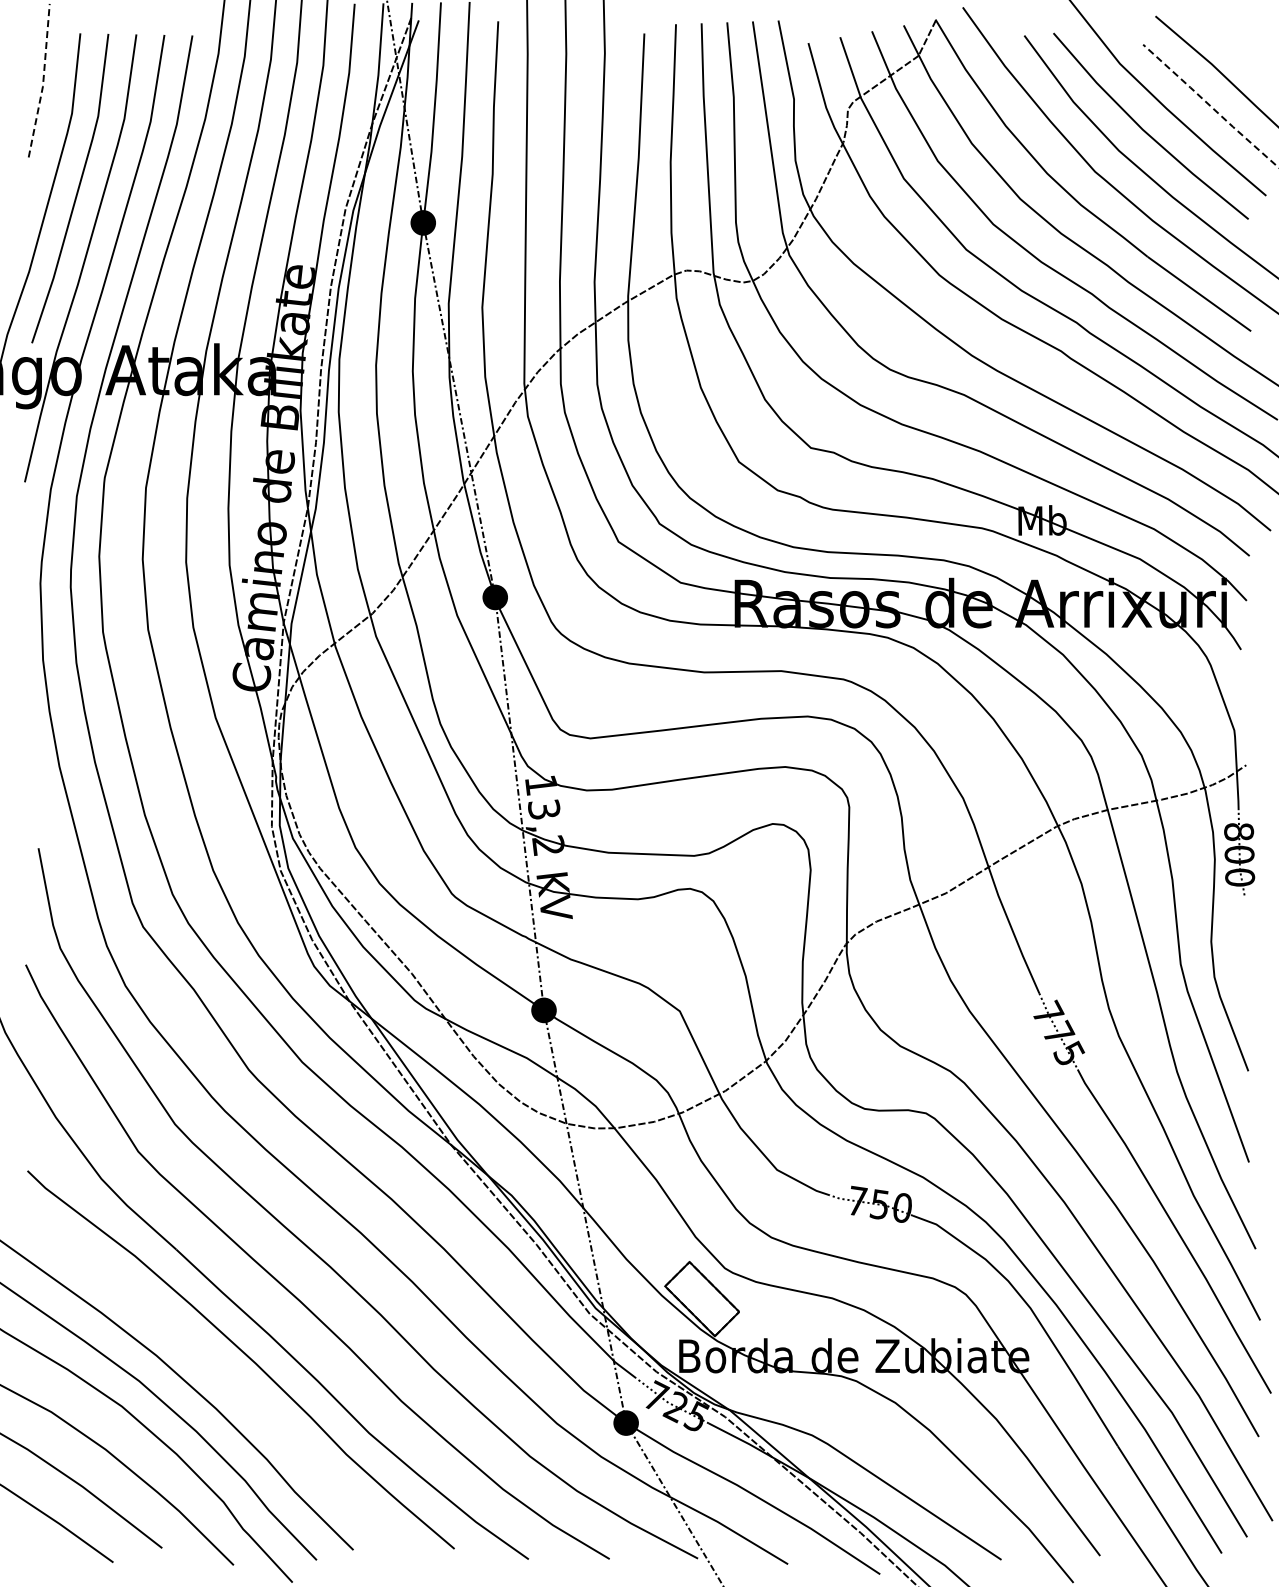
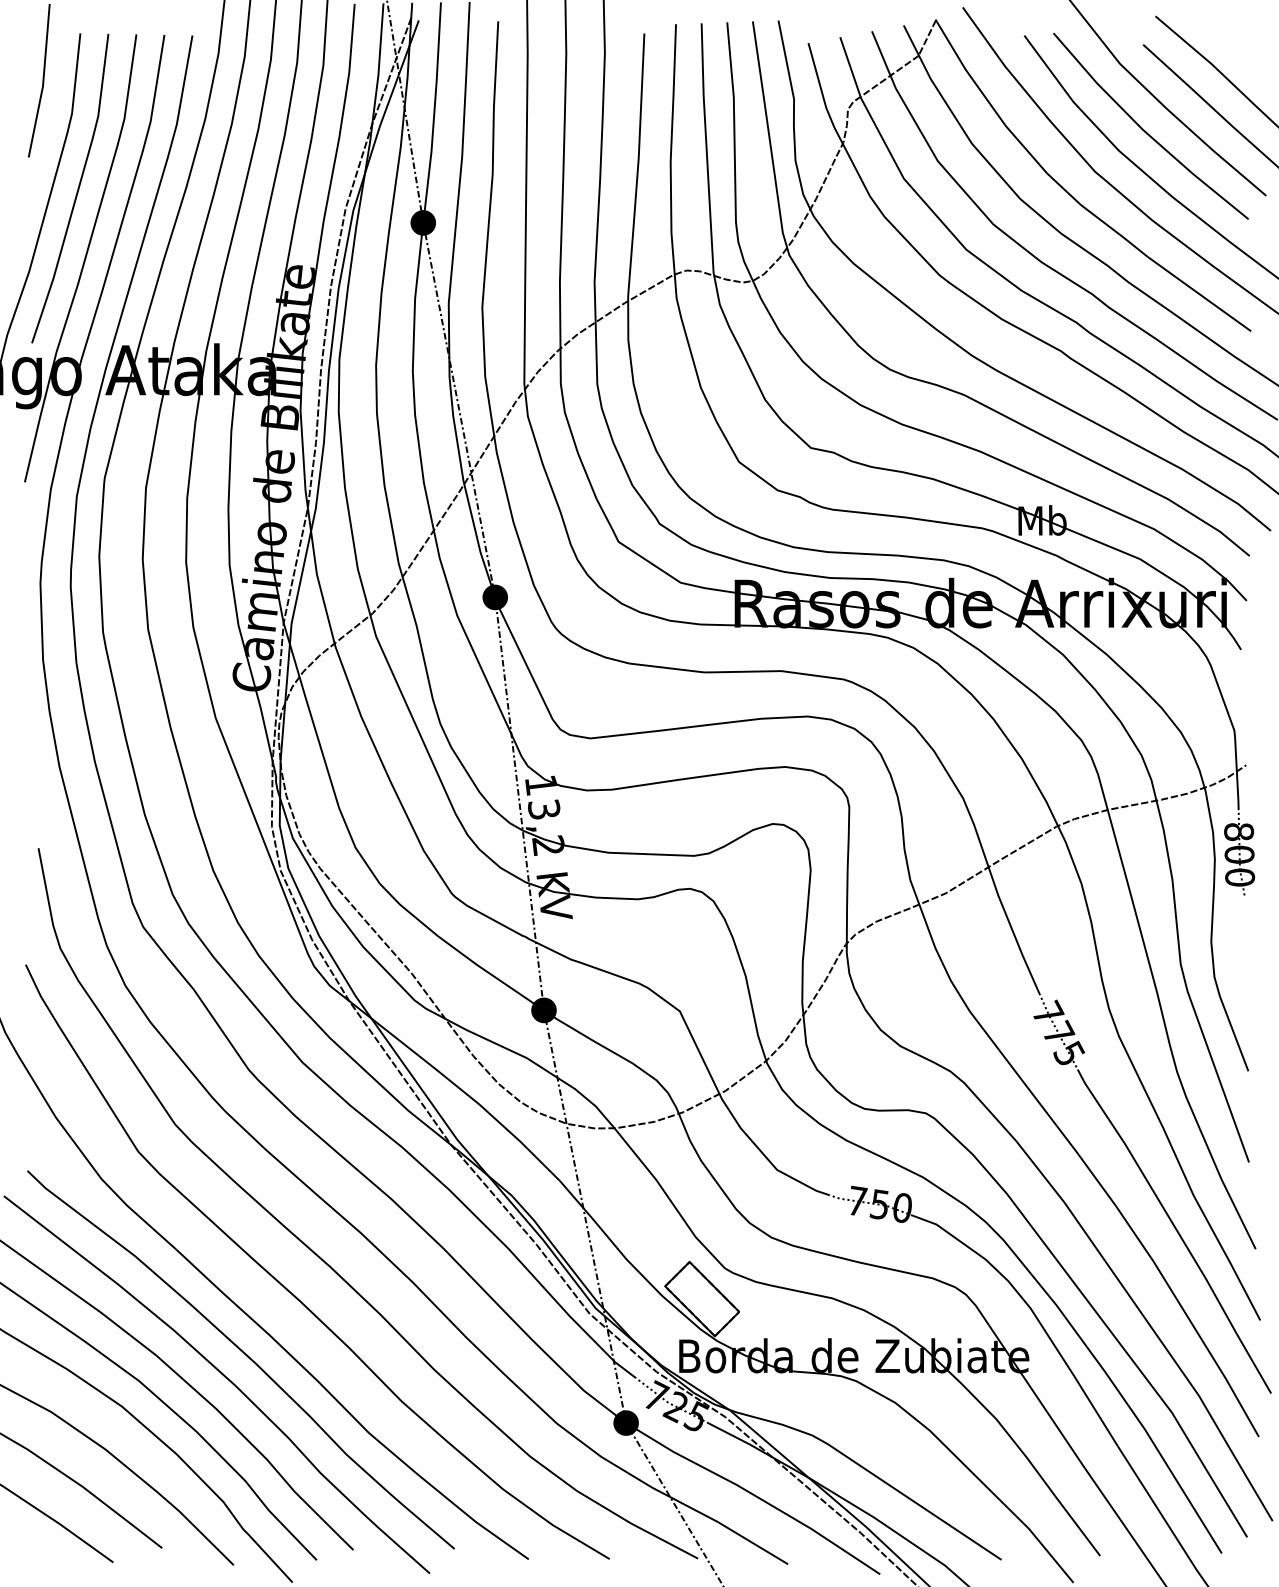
line at (43, 81): dashed -> solid
line at (1210, 106): dashed -> solid
curve at (223, 1376): none -> present
